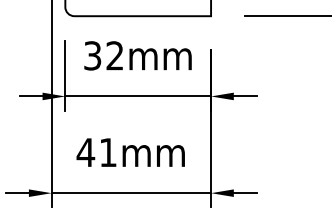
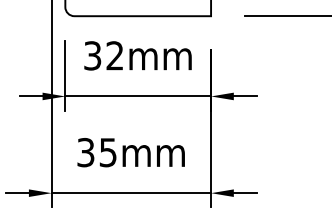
text at (96, 152): 41mm -> 35mm
